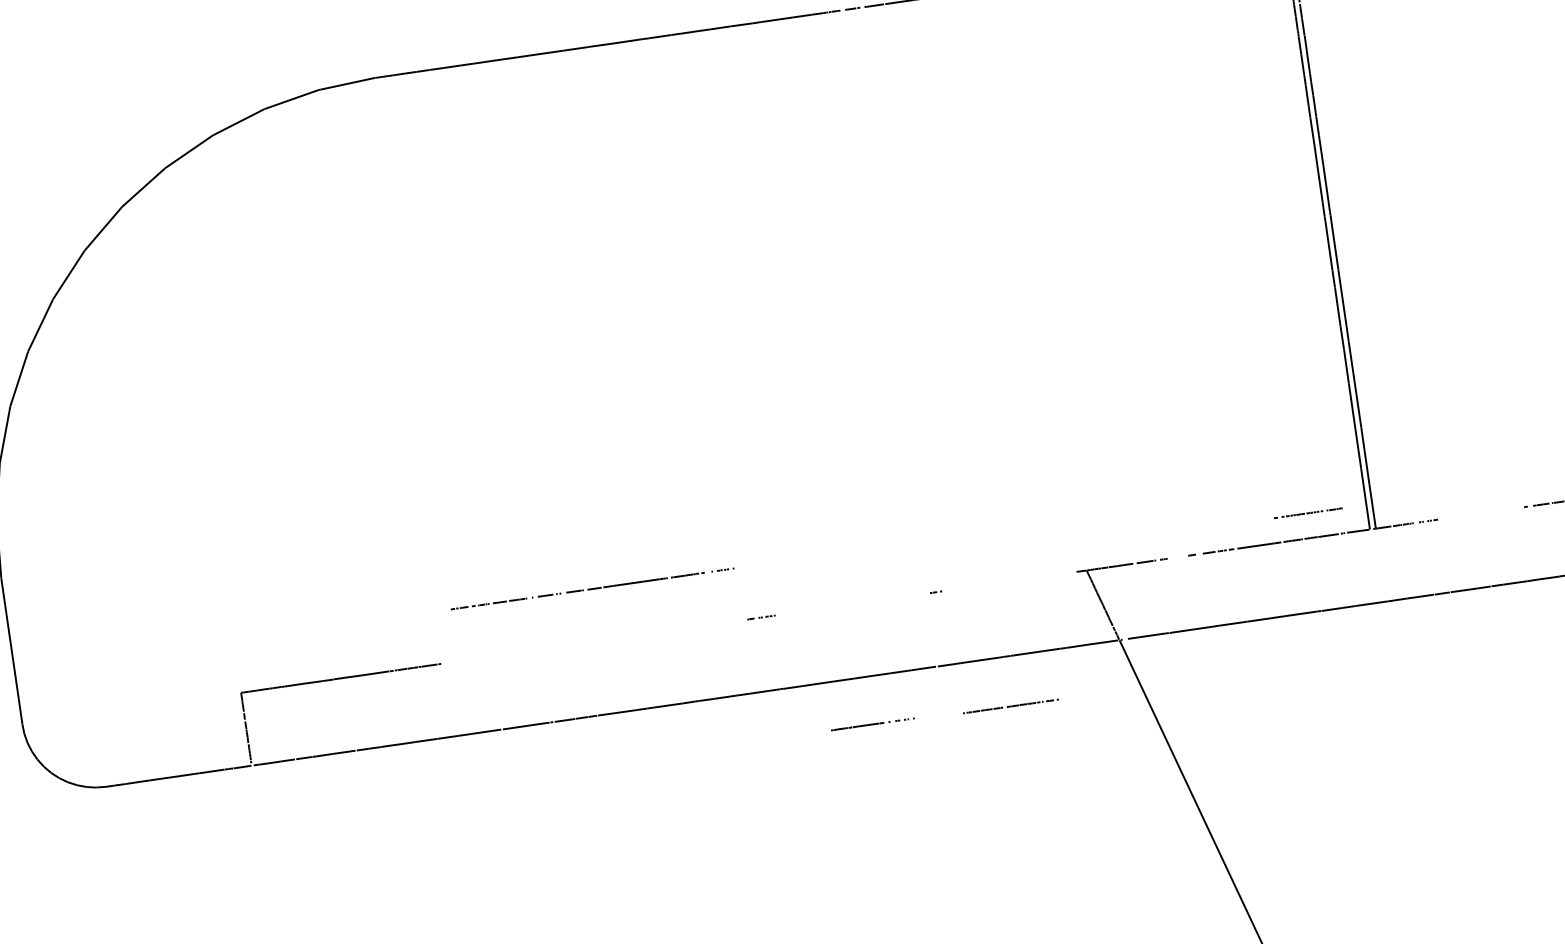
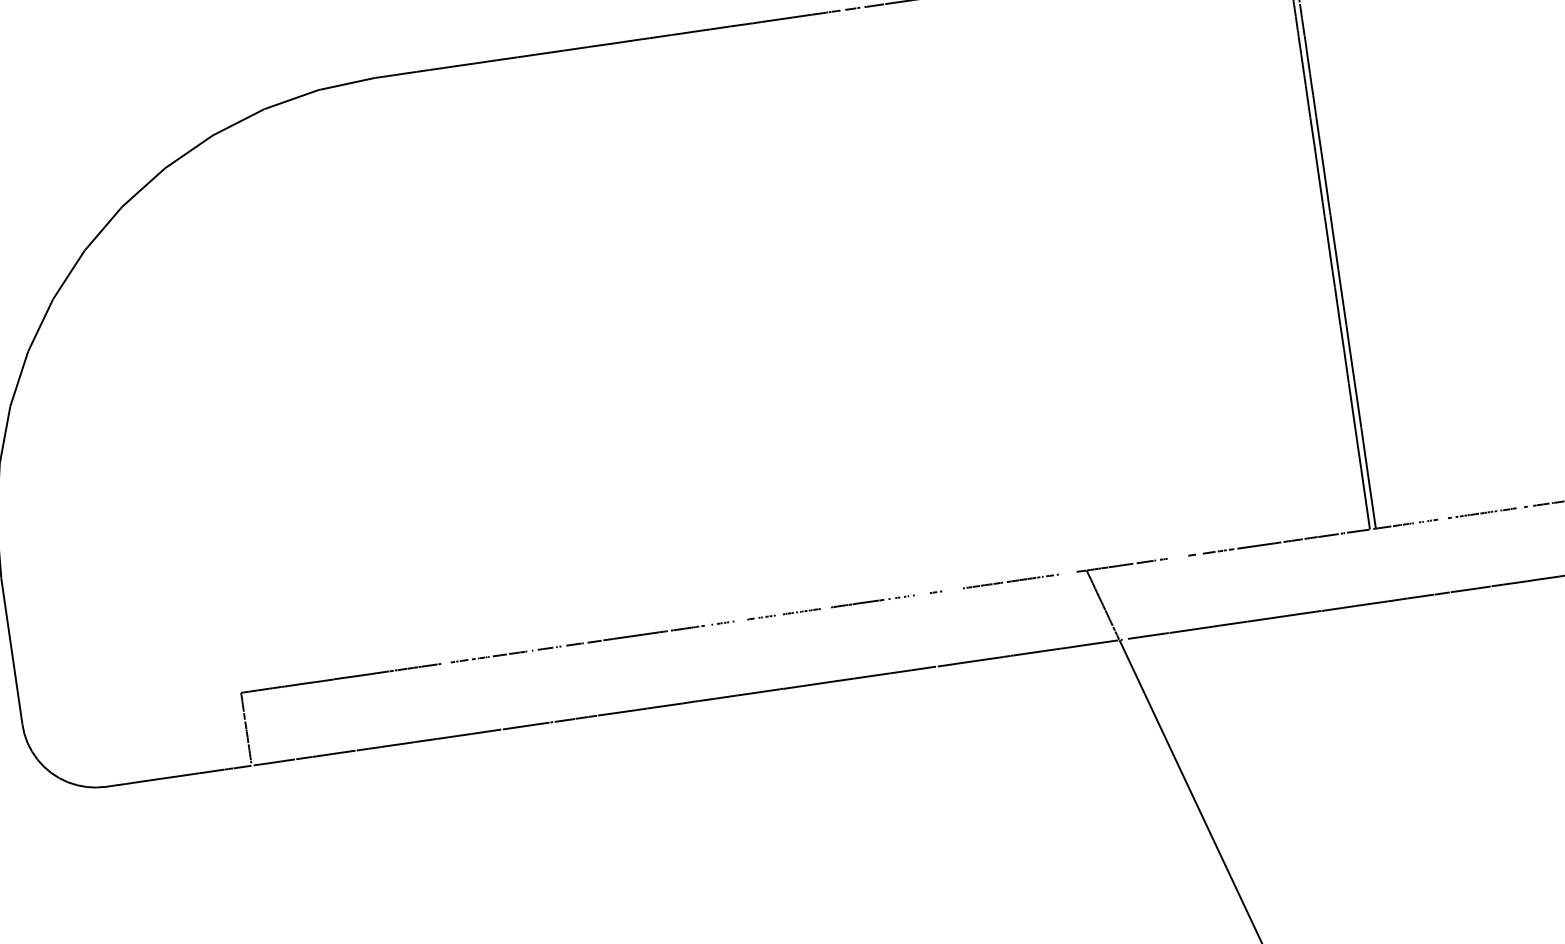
line at (1308, 513) position: (1308, 513) -> (1482, 513)
part at (592, 588) position: (592, 588) -> (592, 641)
line at (801, 611): none -> present
line at (1010, 706) position: (1010, 706) -> (1010, 581)
line at (872, 724) position: (872, 724) -> (872, 601)
